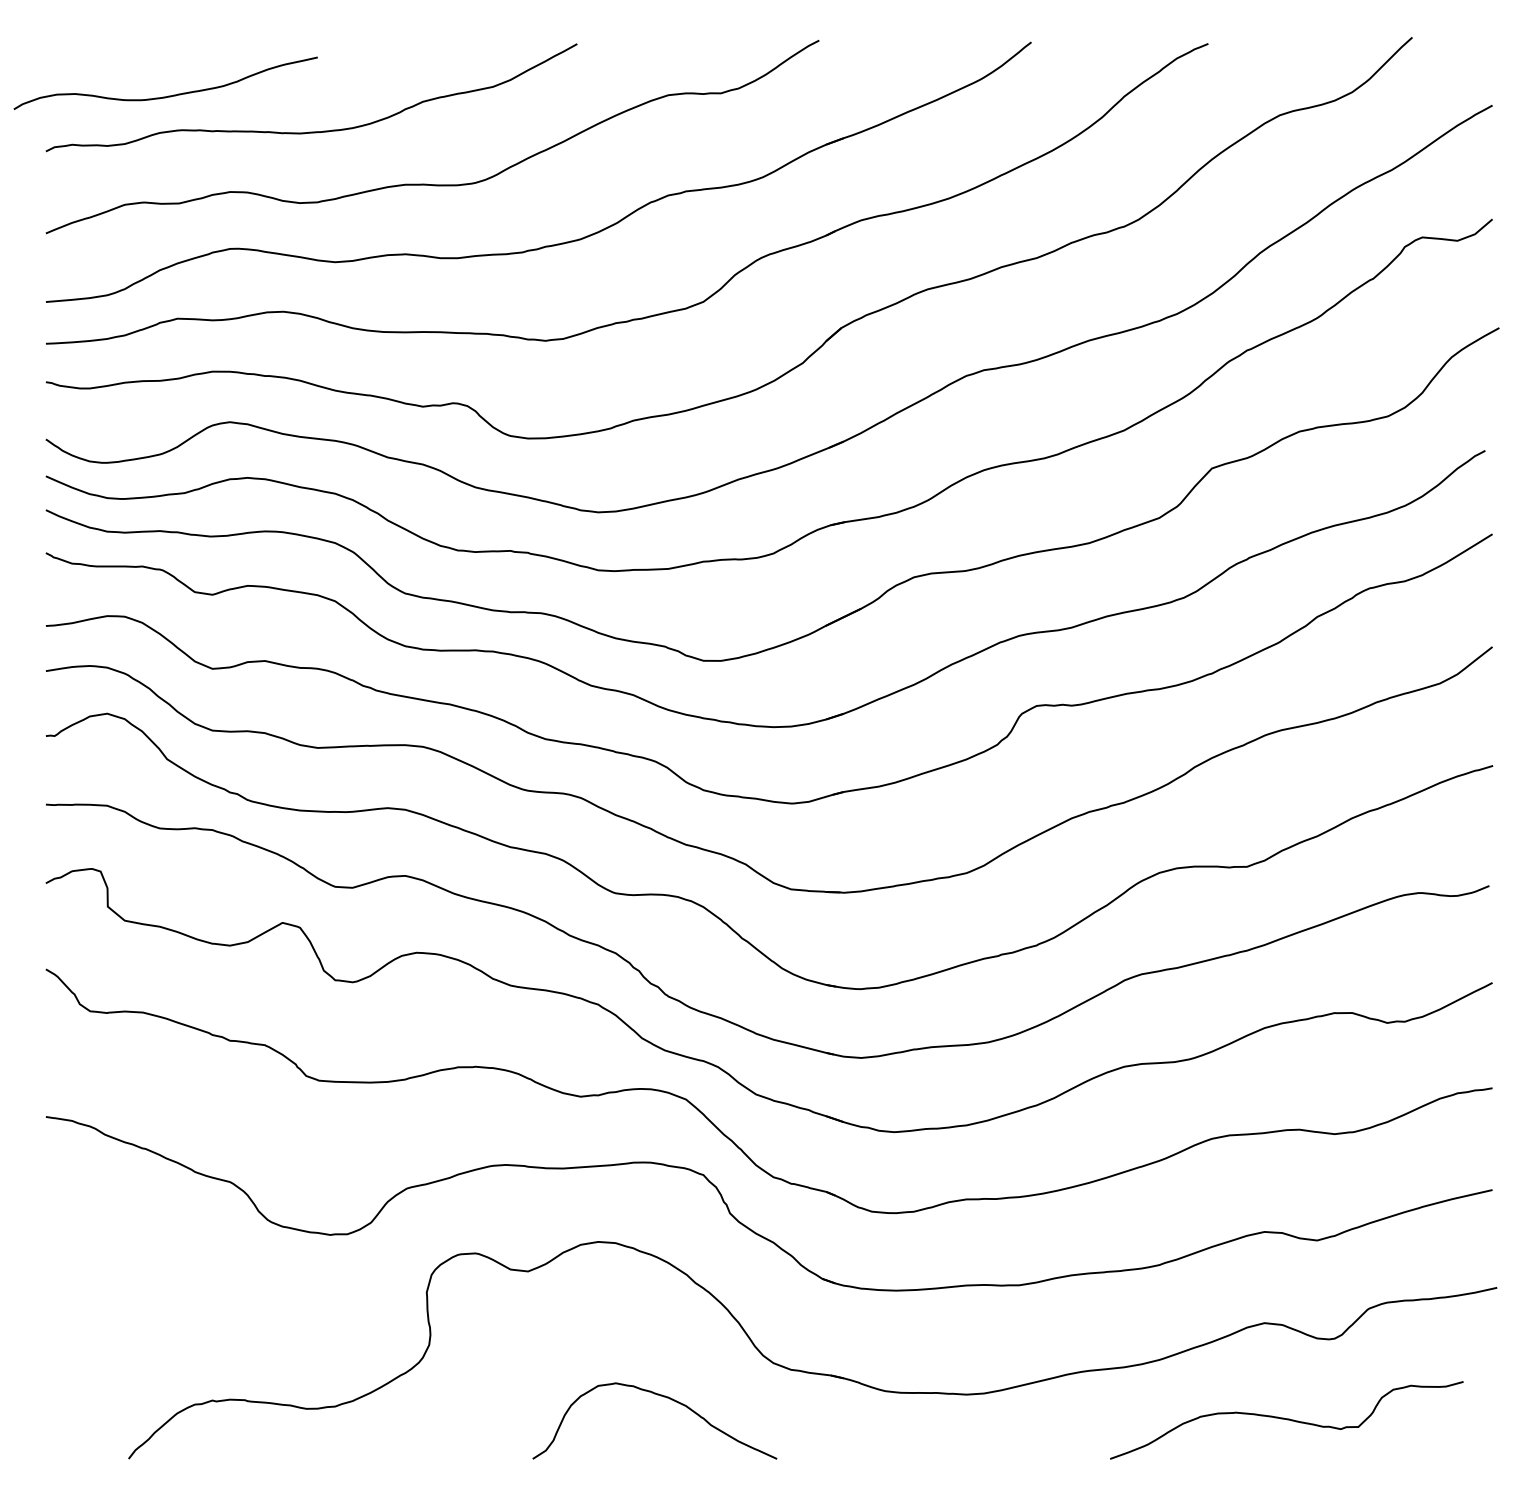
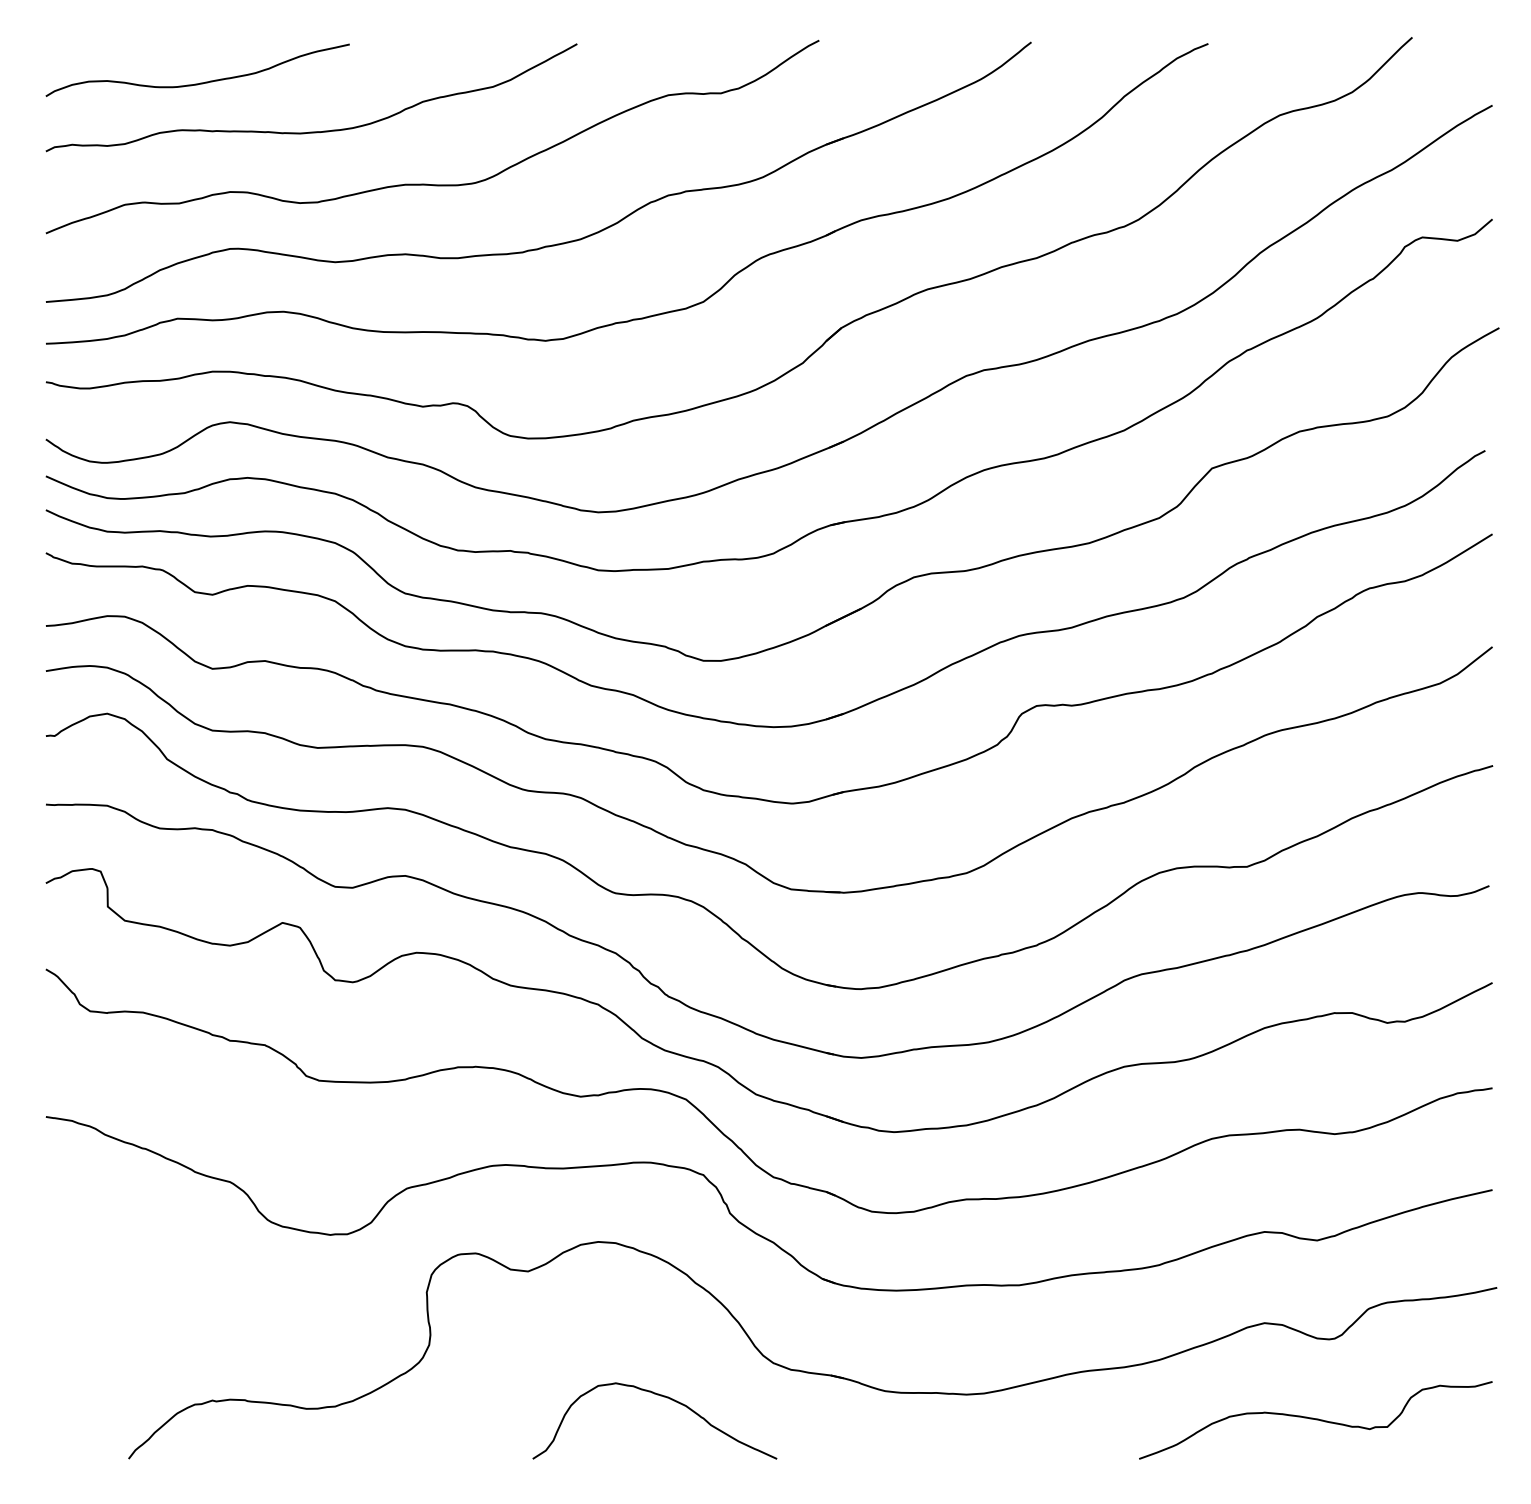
curve at (168, 95) position: (168, 95) -> (200, 82)
curve at (1286, 1419) position: (1286, 1419) -> (1315, 1419)
